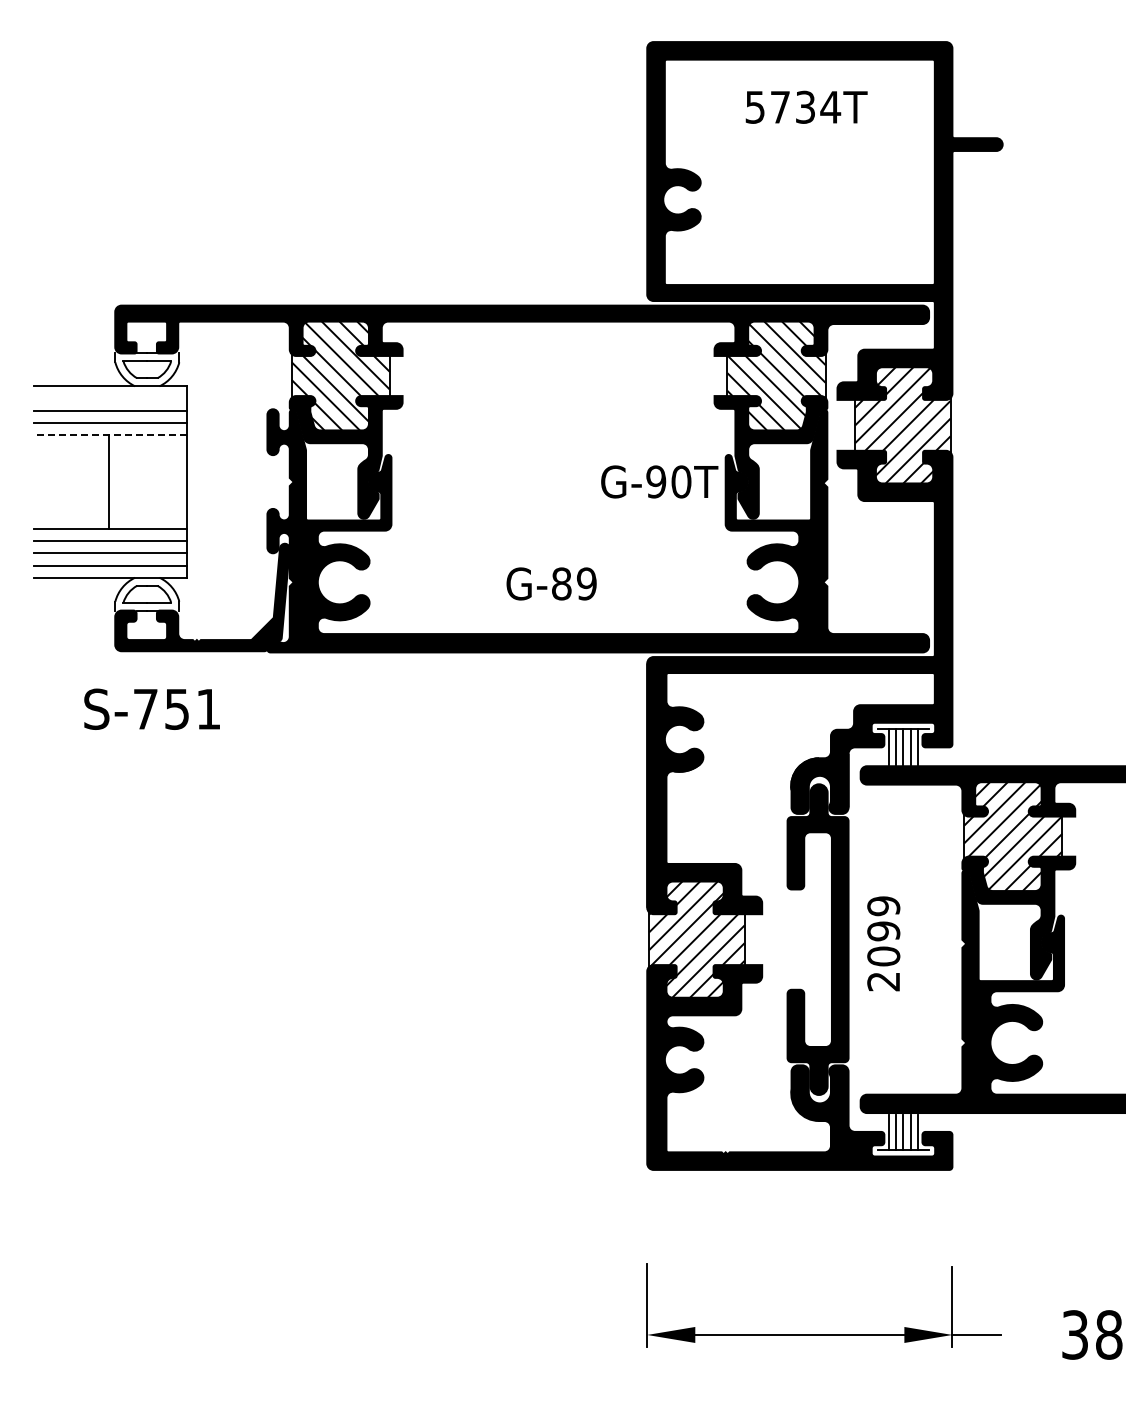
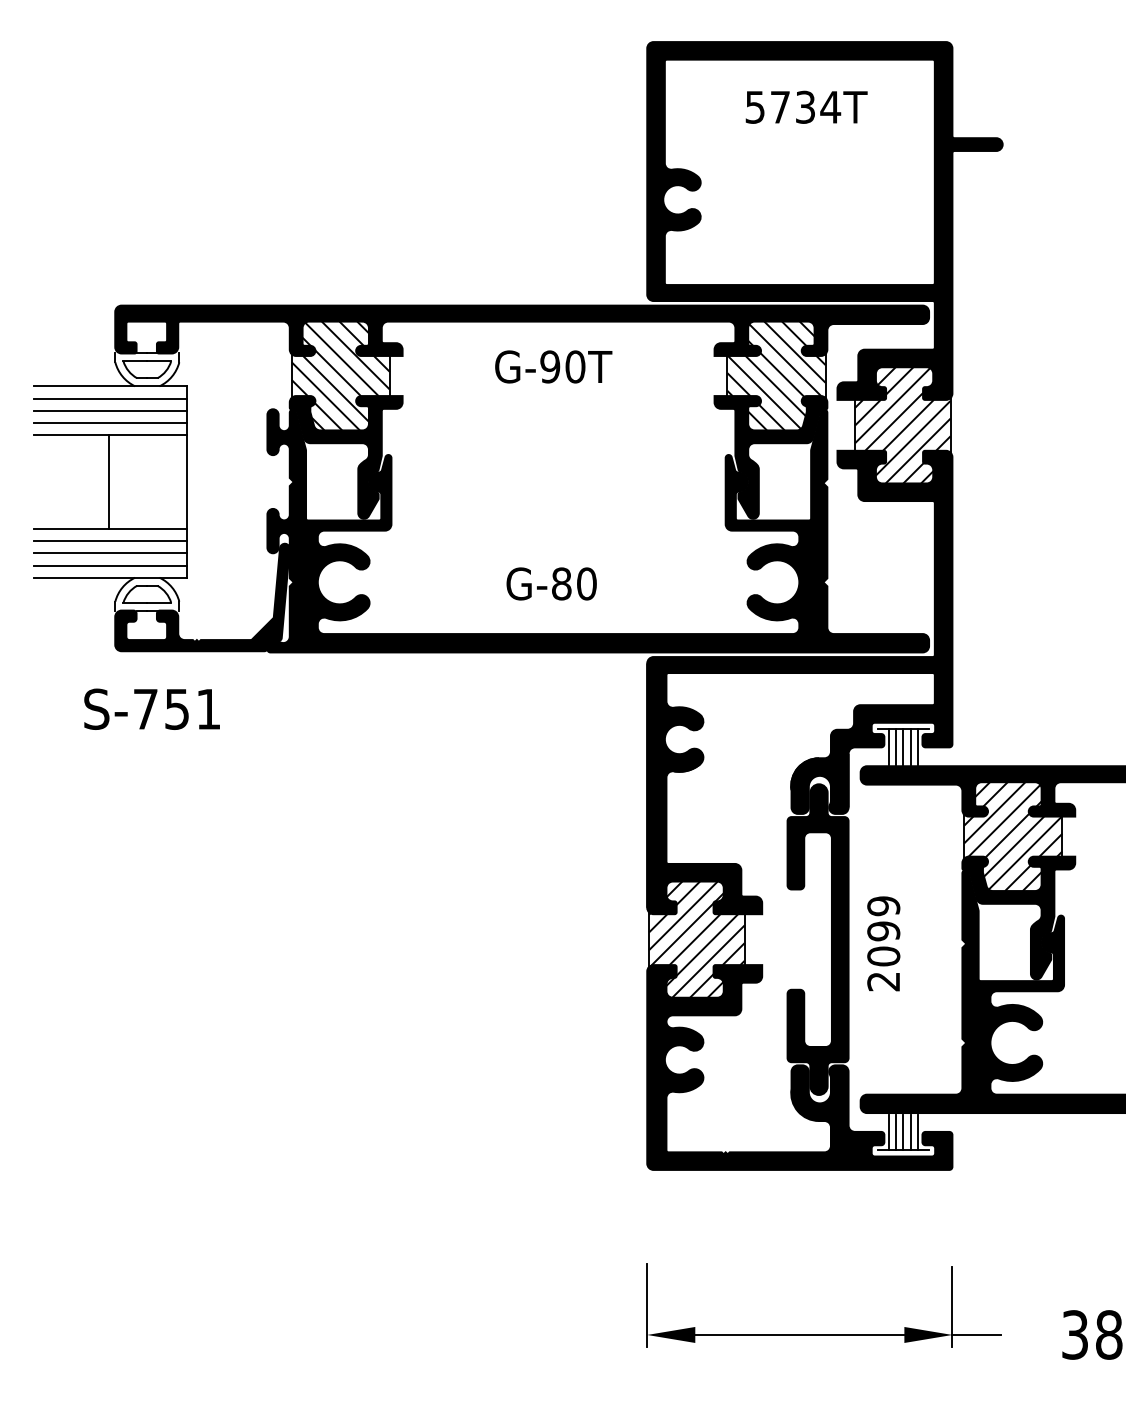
line at (109, 398): none -> present
line at (110, 435): dashed -> solid
text at (659, 481) position: (659, 481) -> (553, 366)
text at (586, 583): G-89 -> G-80
